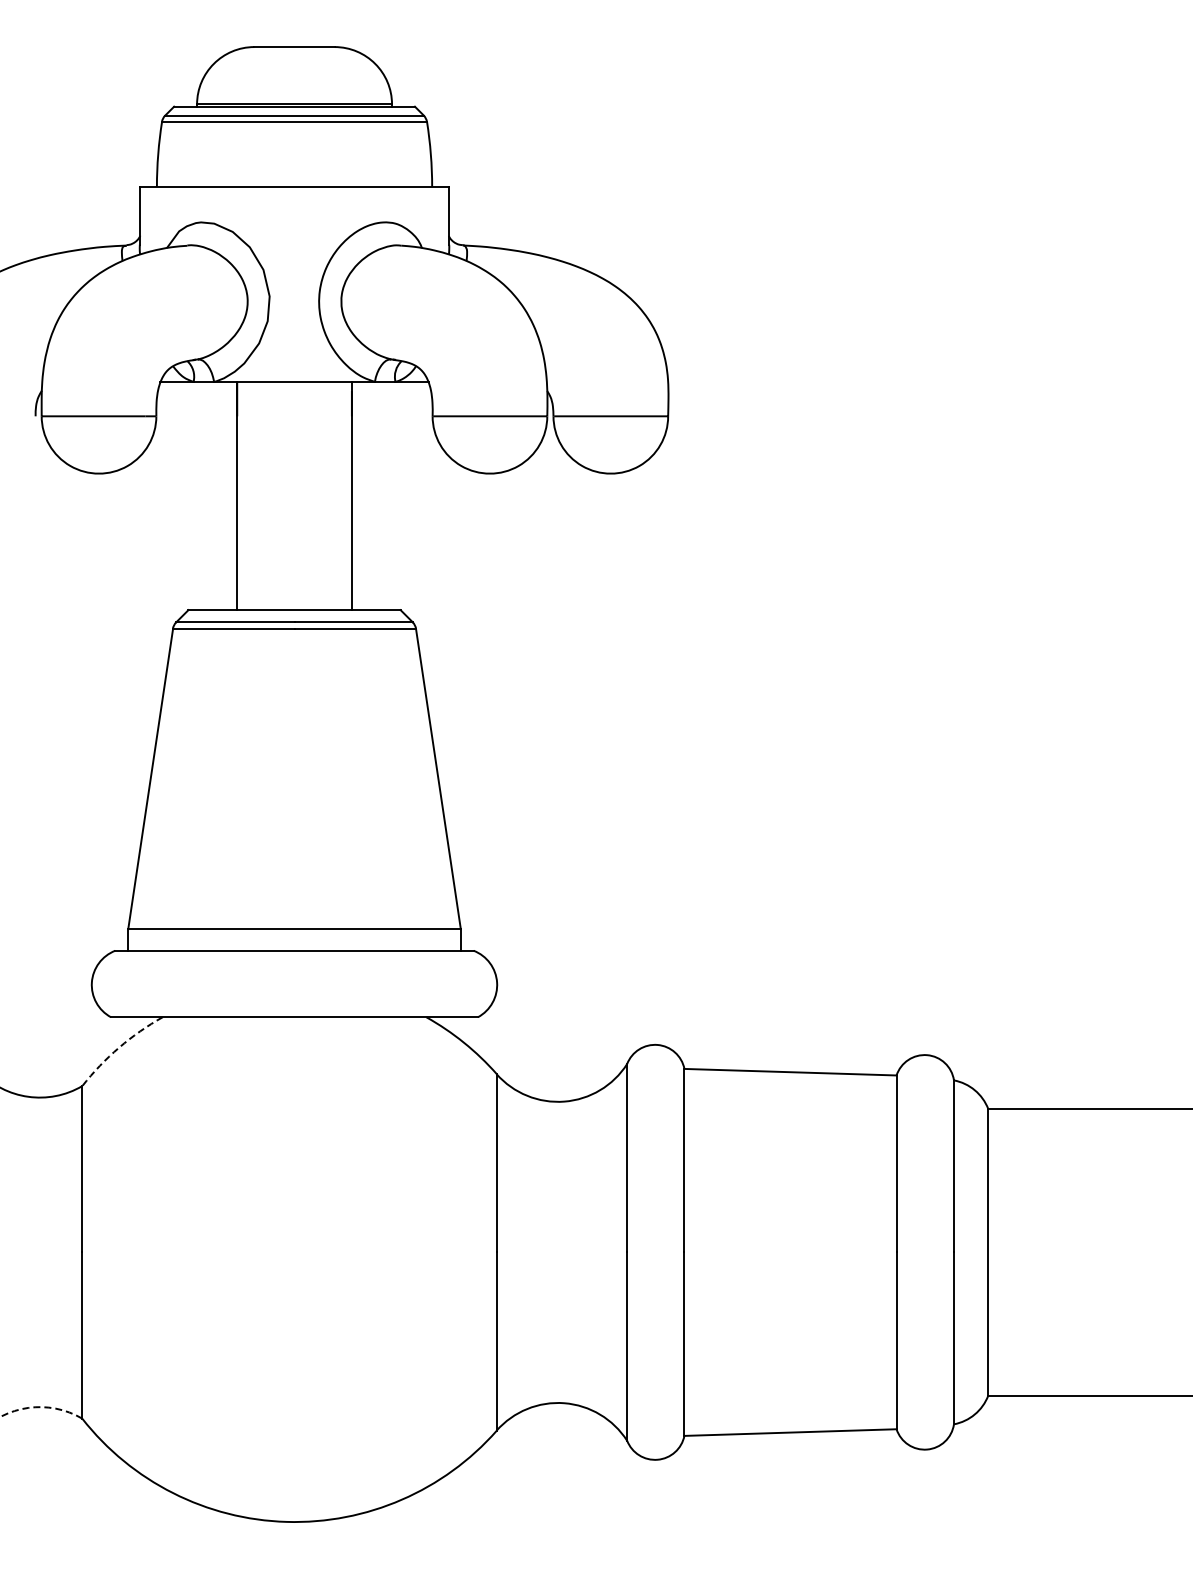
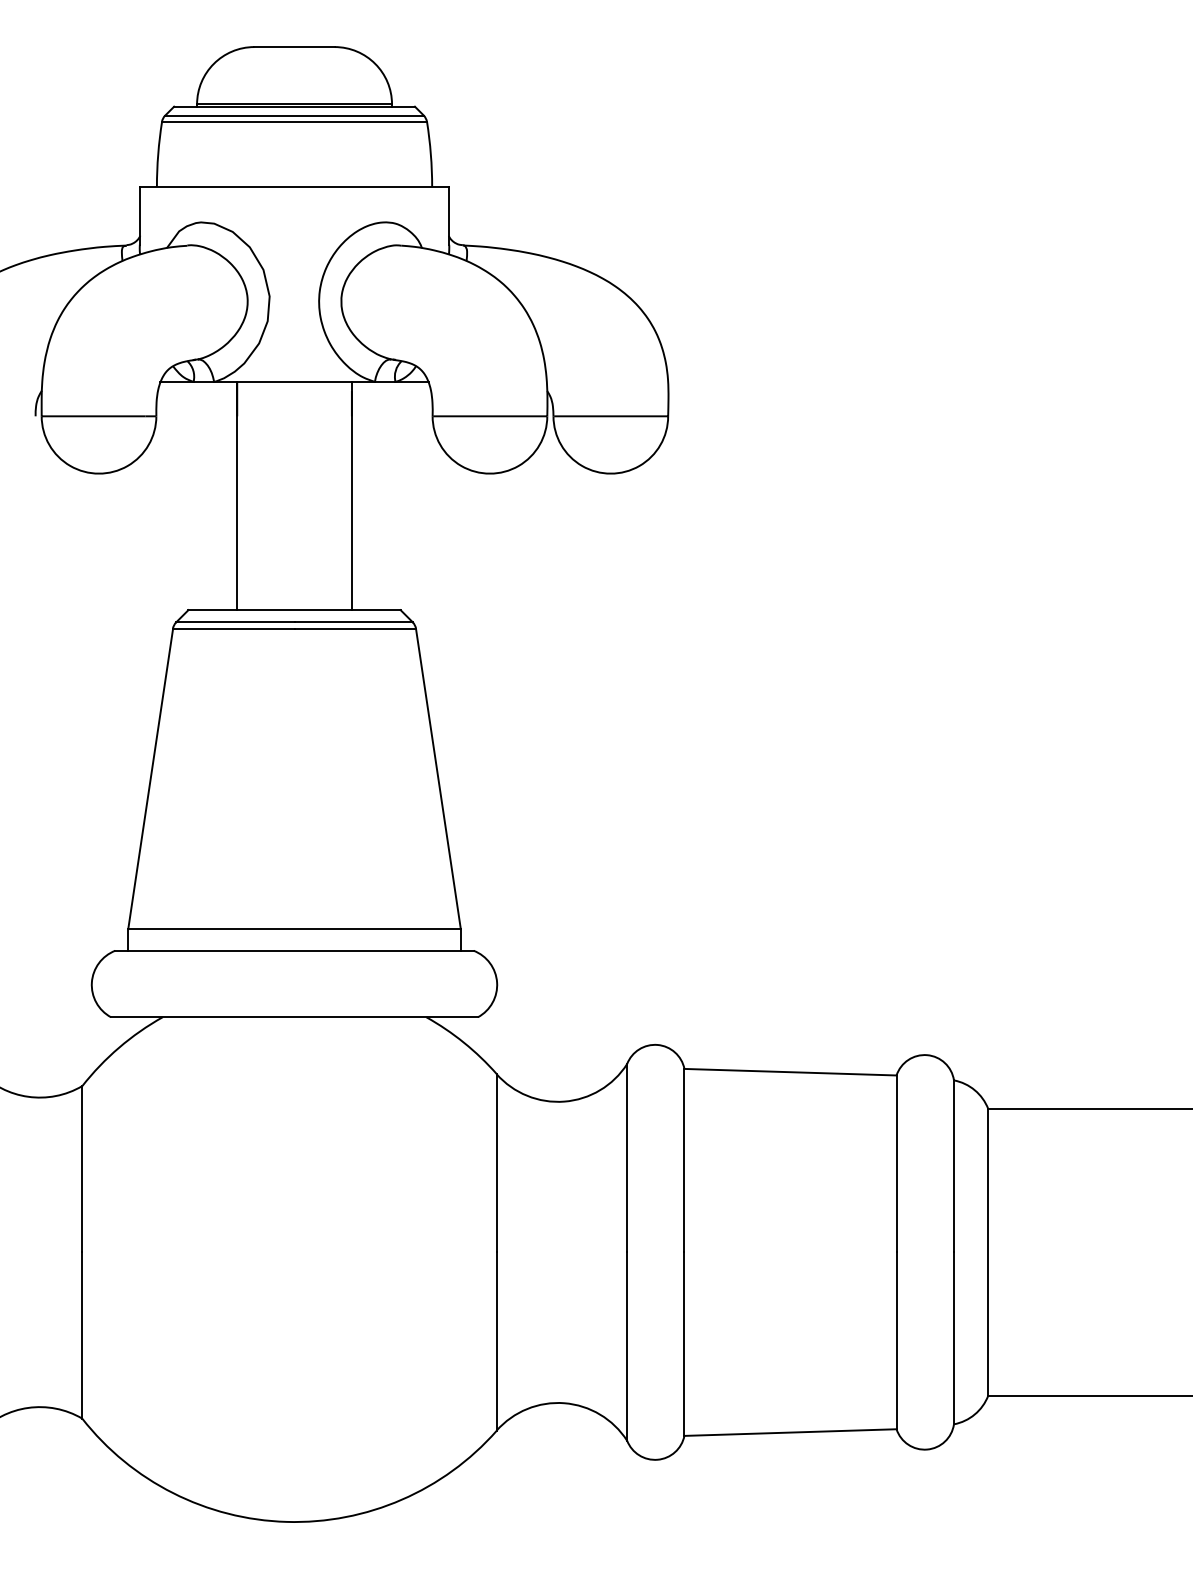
arc at (119, 1047): dashed -> solid
arc at (41, 1407): dashed -> solid
